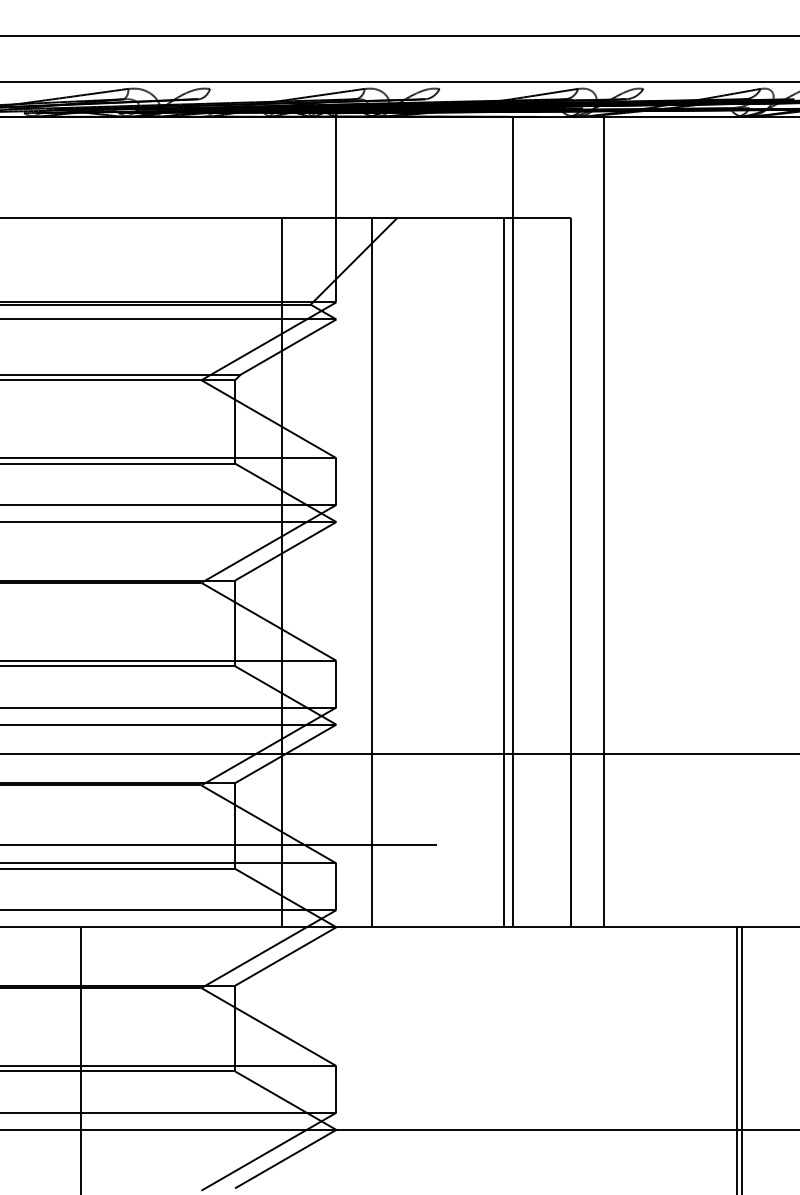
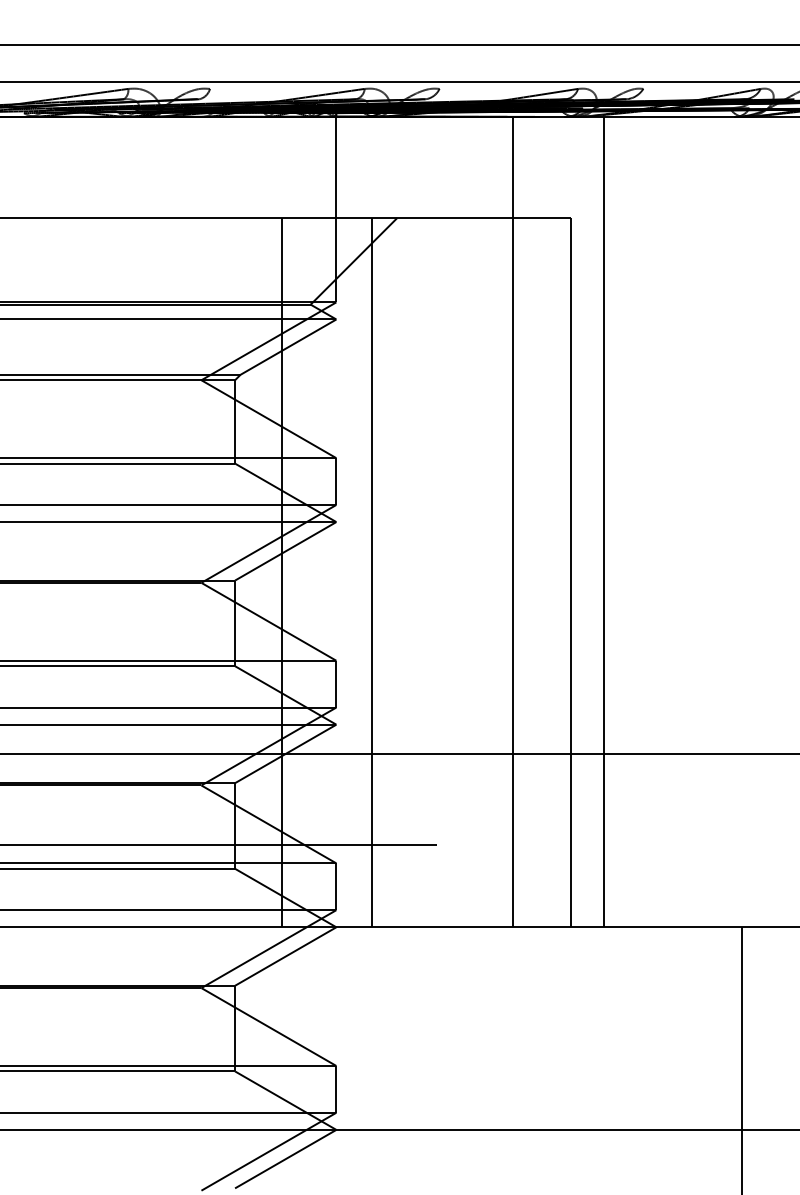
line at (399, 35) position: (399, 35) -> (399, 44)
line at (504, 572): present -> none
line at (81, 1059): present -> none
line at (736, 1059): present -> none
